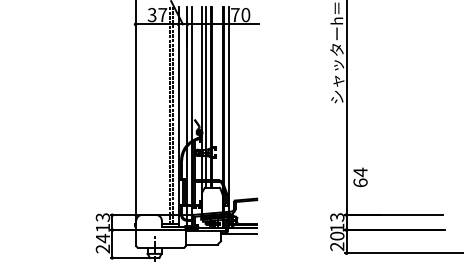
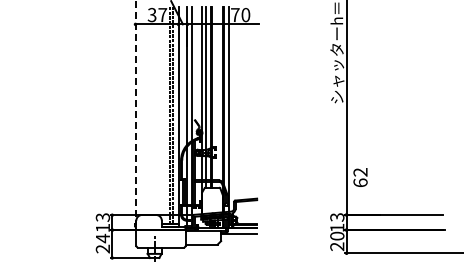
line at (135, 112): solid -> dashed
text at (360, 172): 64 -> 62
